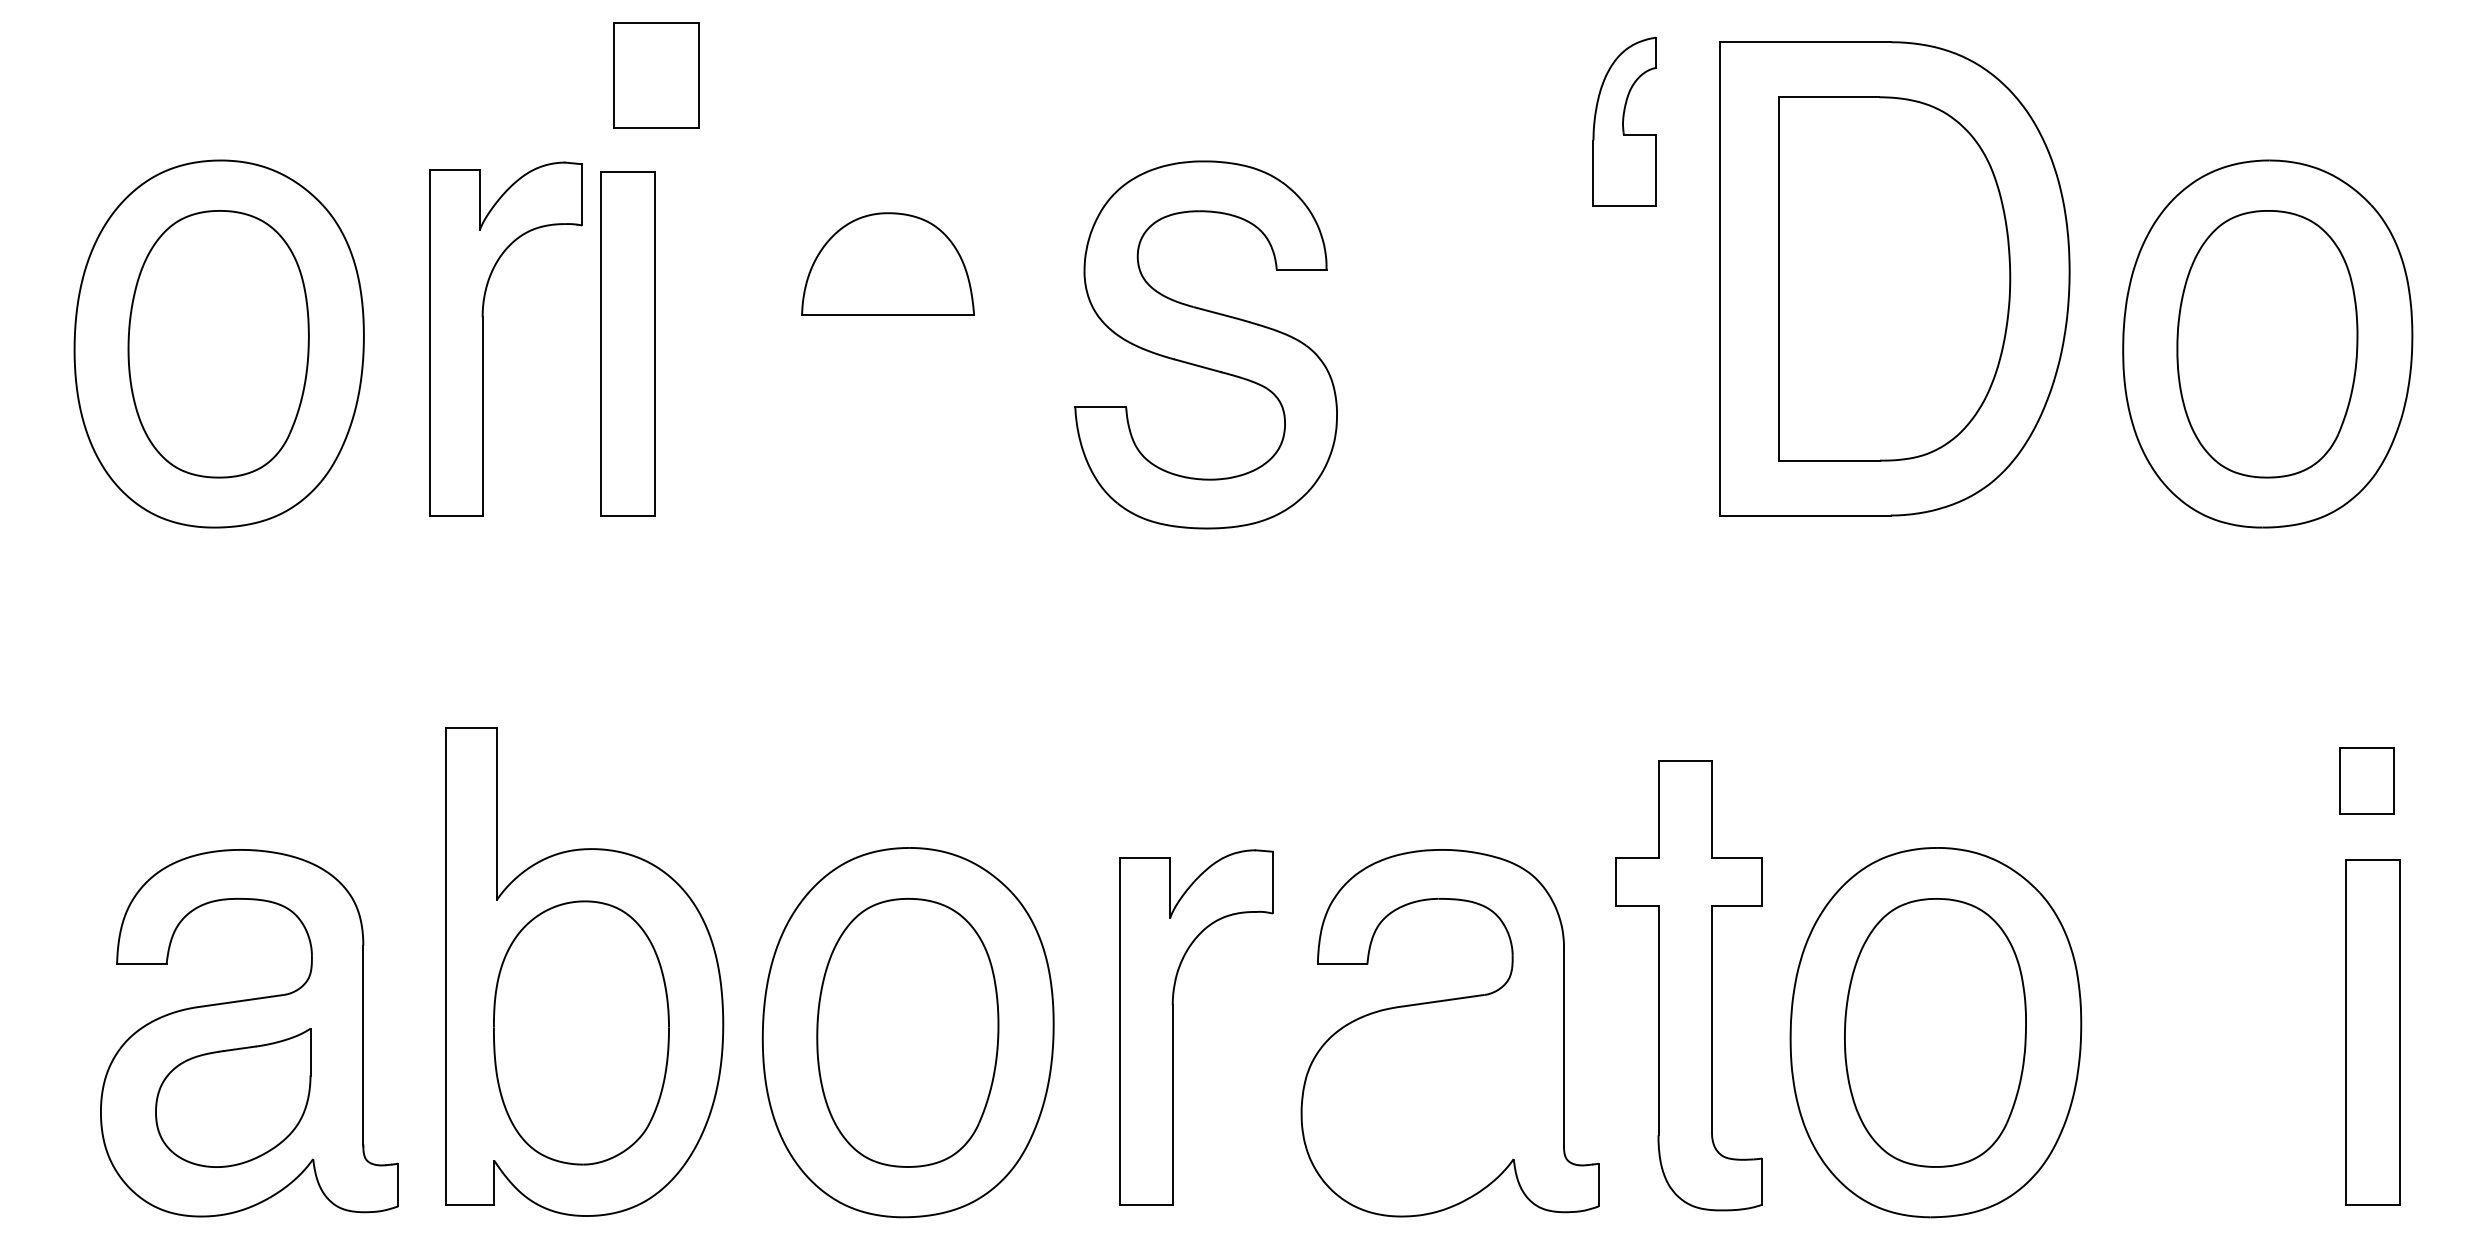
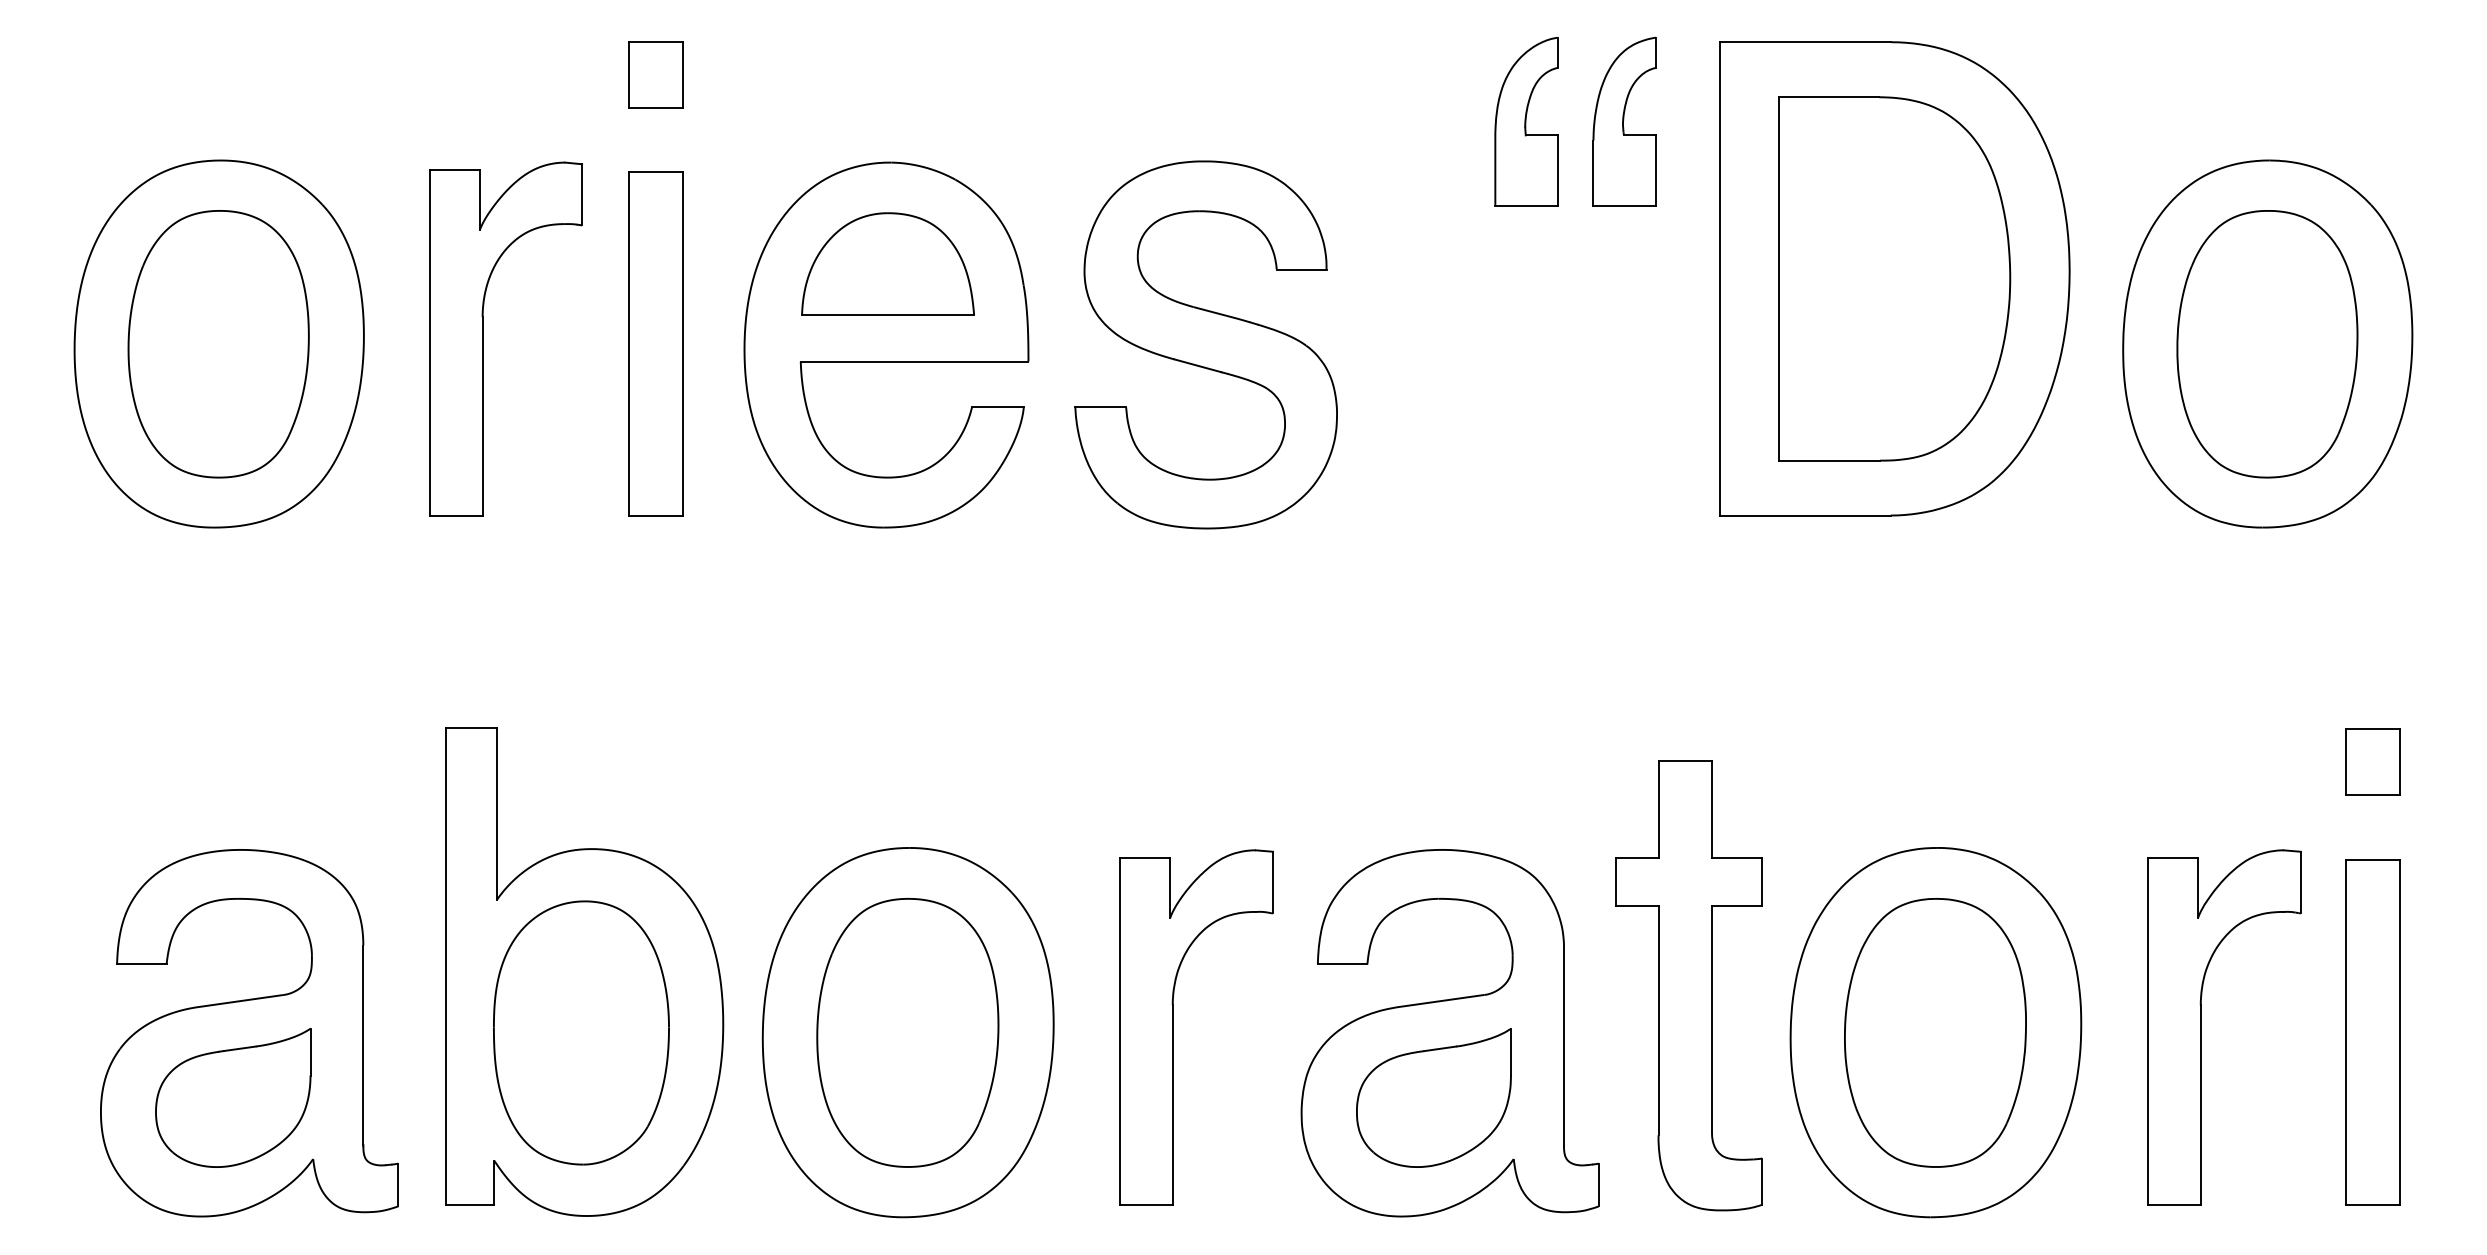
part at (656, 75) size: 87x107 px -> 56x68 px
part at (1526, 121): none -> present
part at (627, 343) position: (627, 343) -> (655, 343)
part at (886, 344): none -> present
part at (2366, 780) position: (2366, 780) -> (2372, 761)
part at (2201, 1027): none -> present
part at (1433, 1097): none -> present
